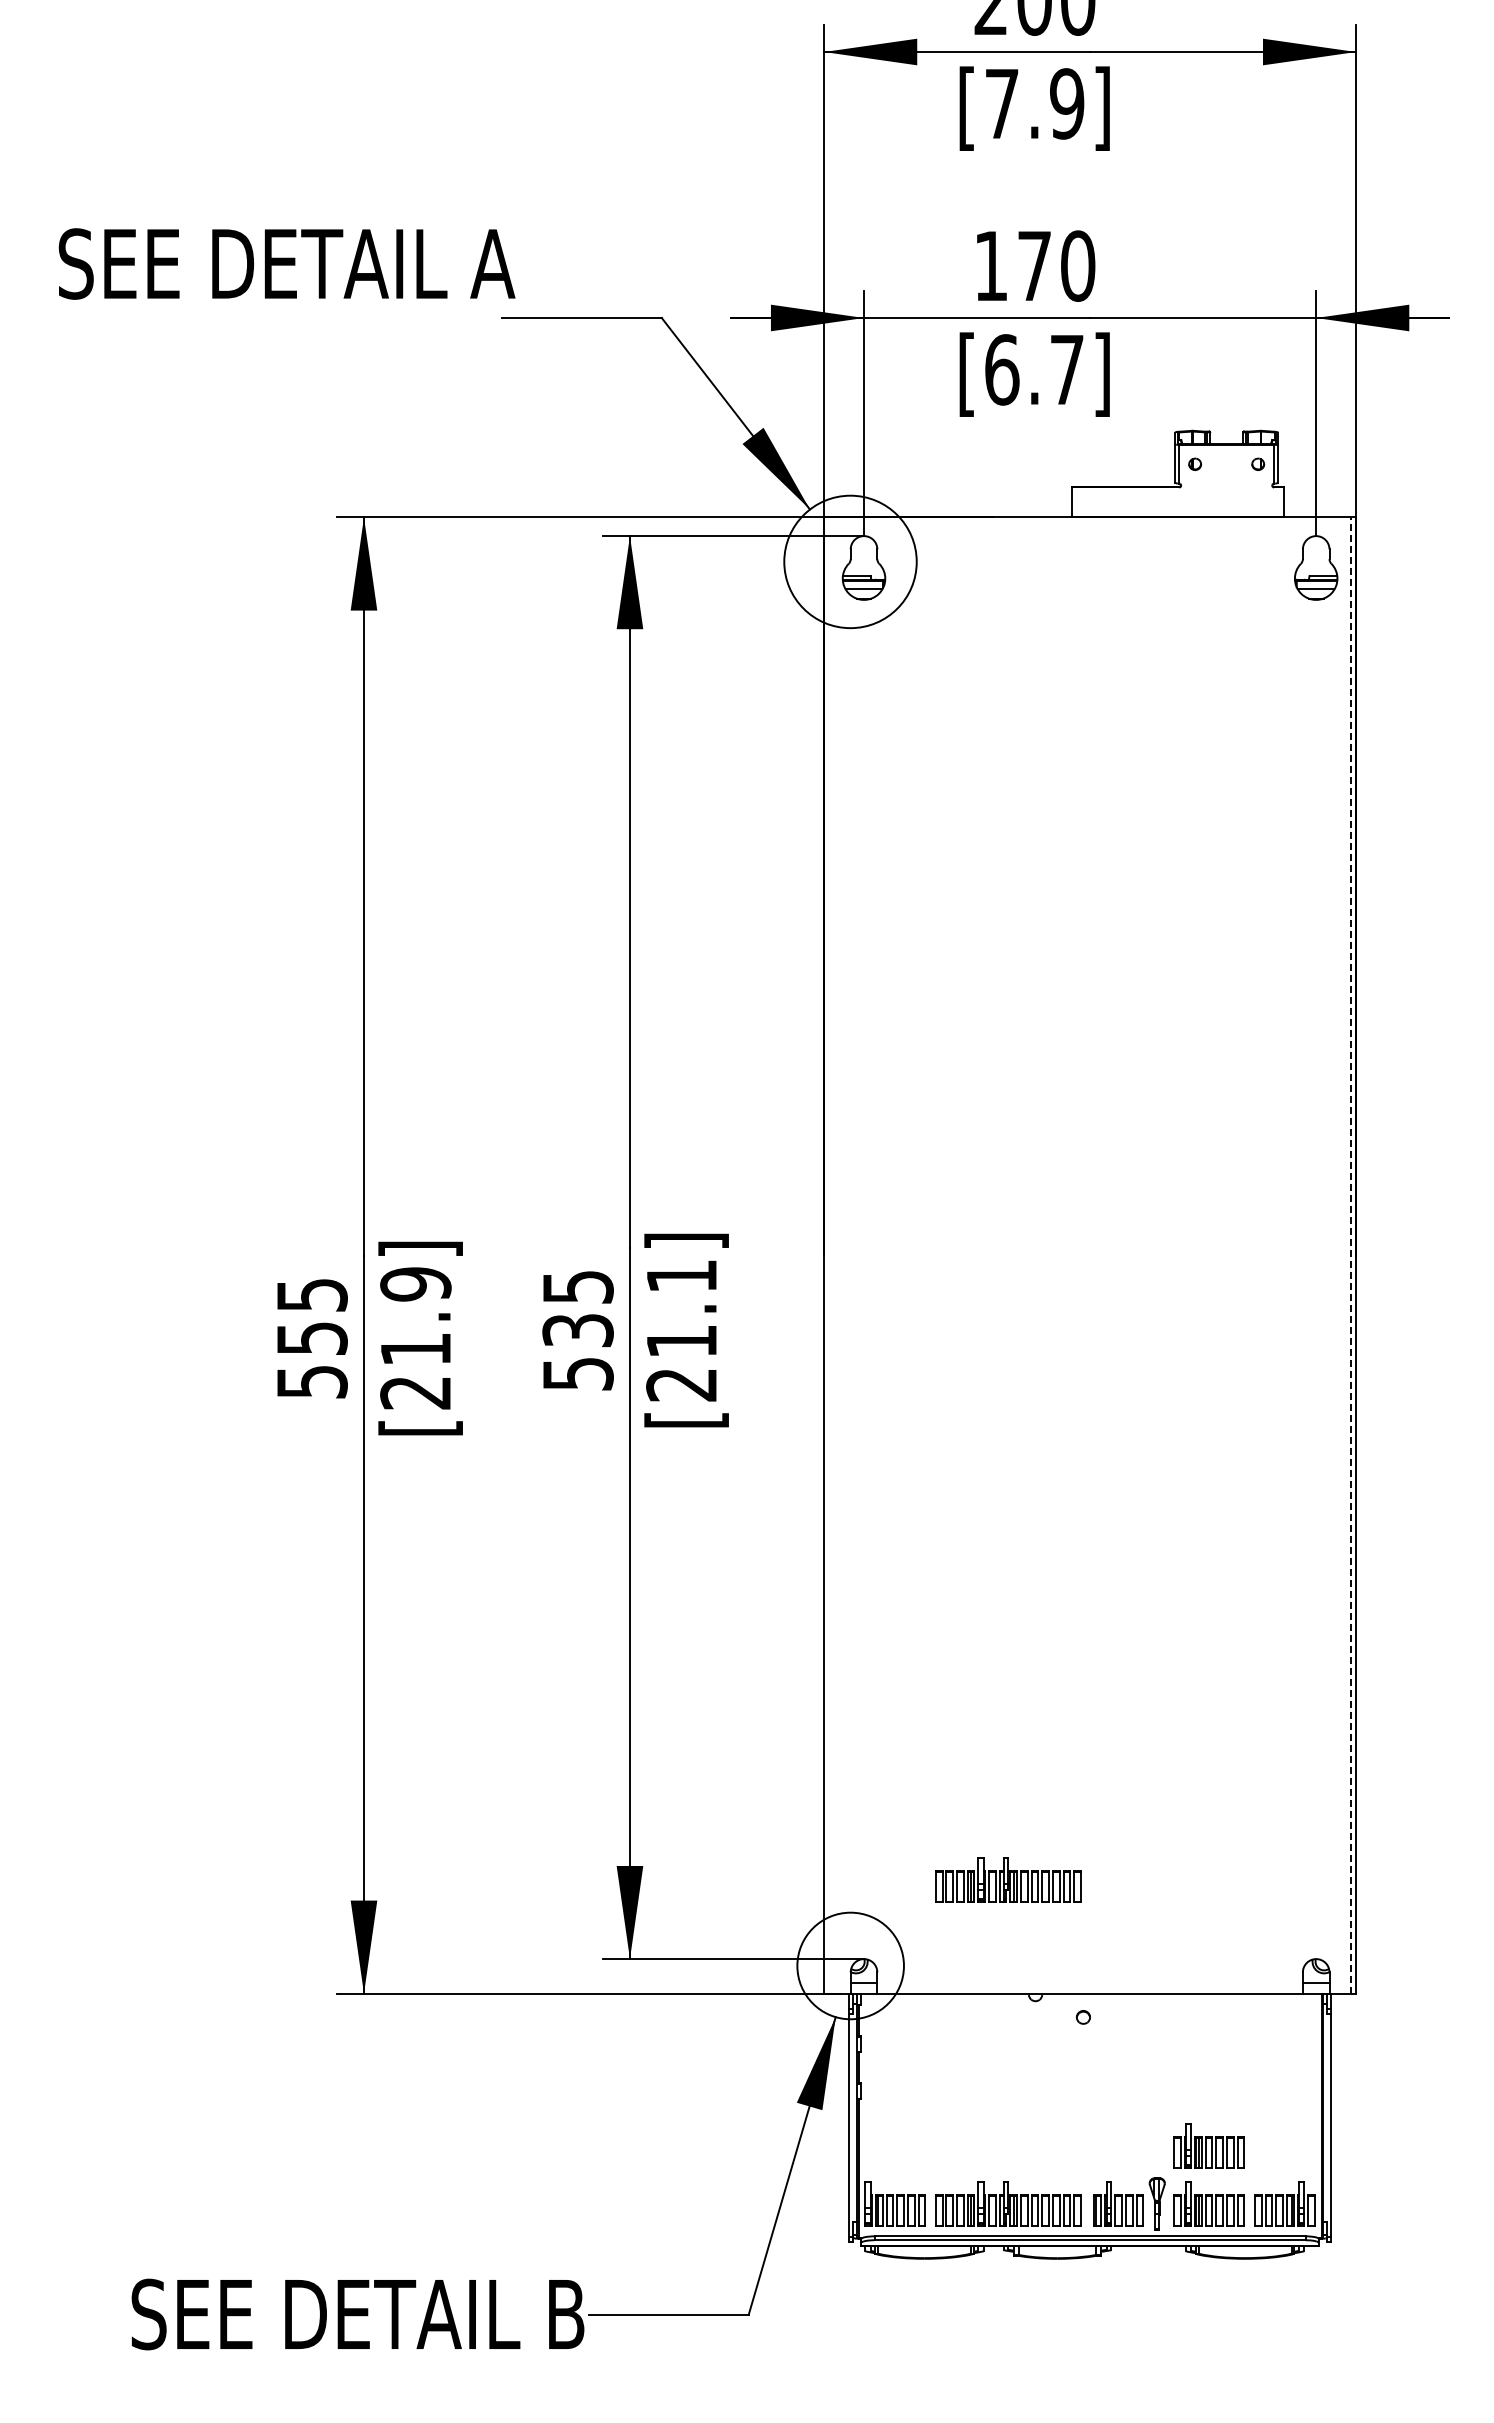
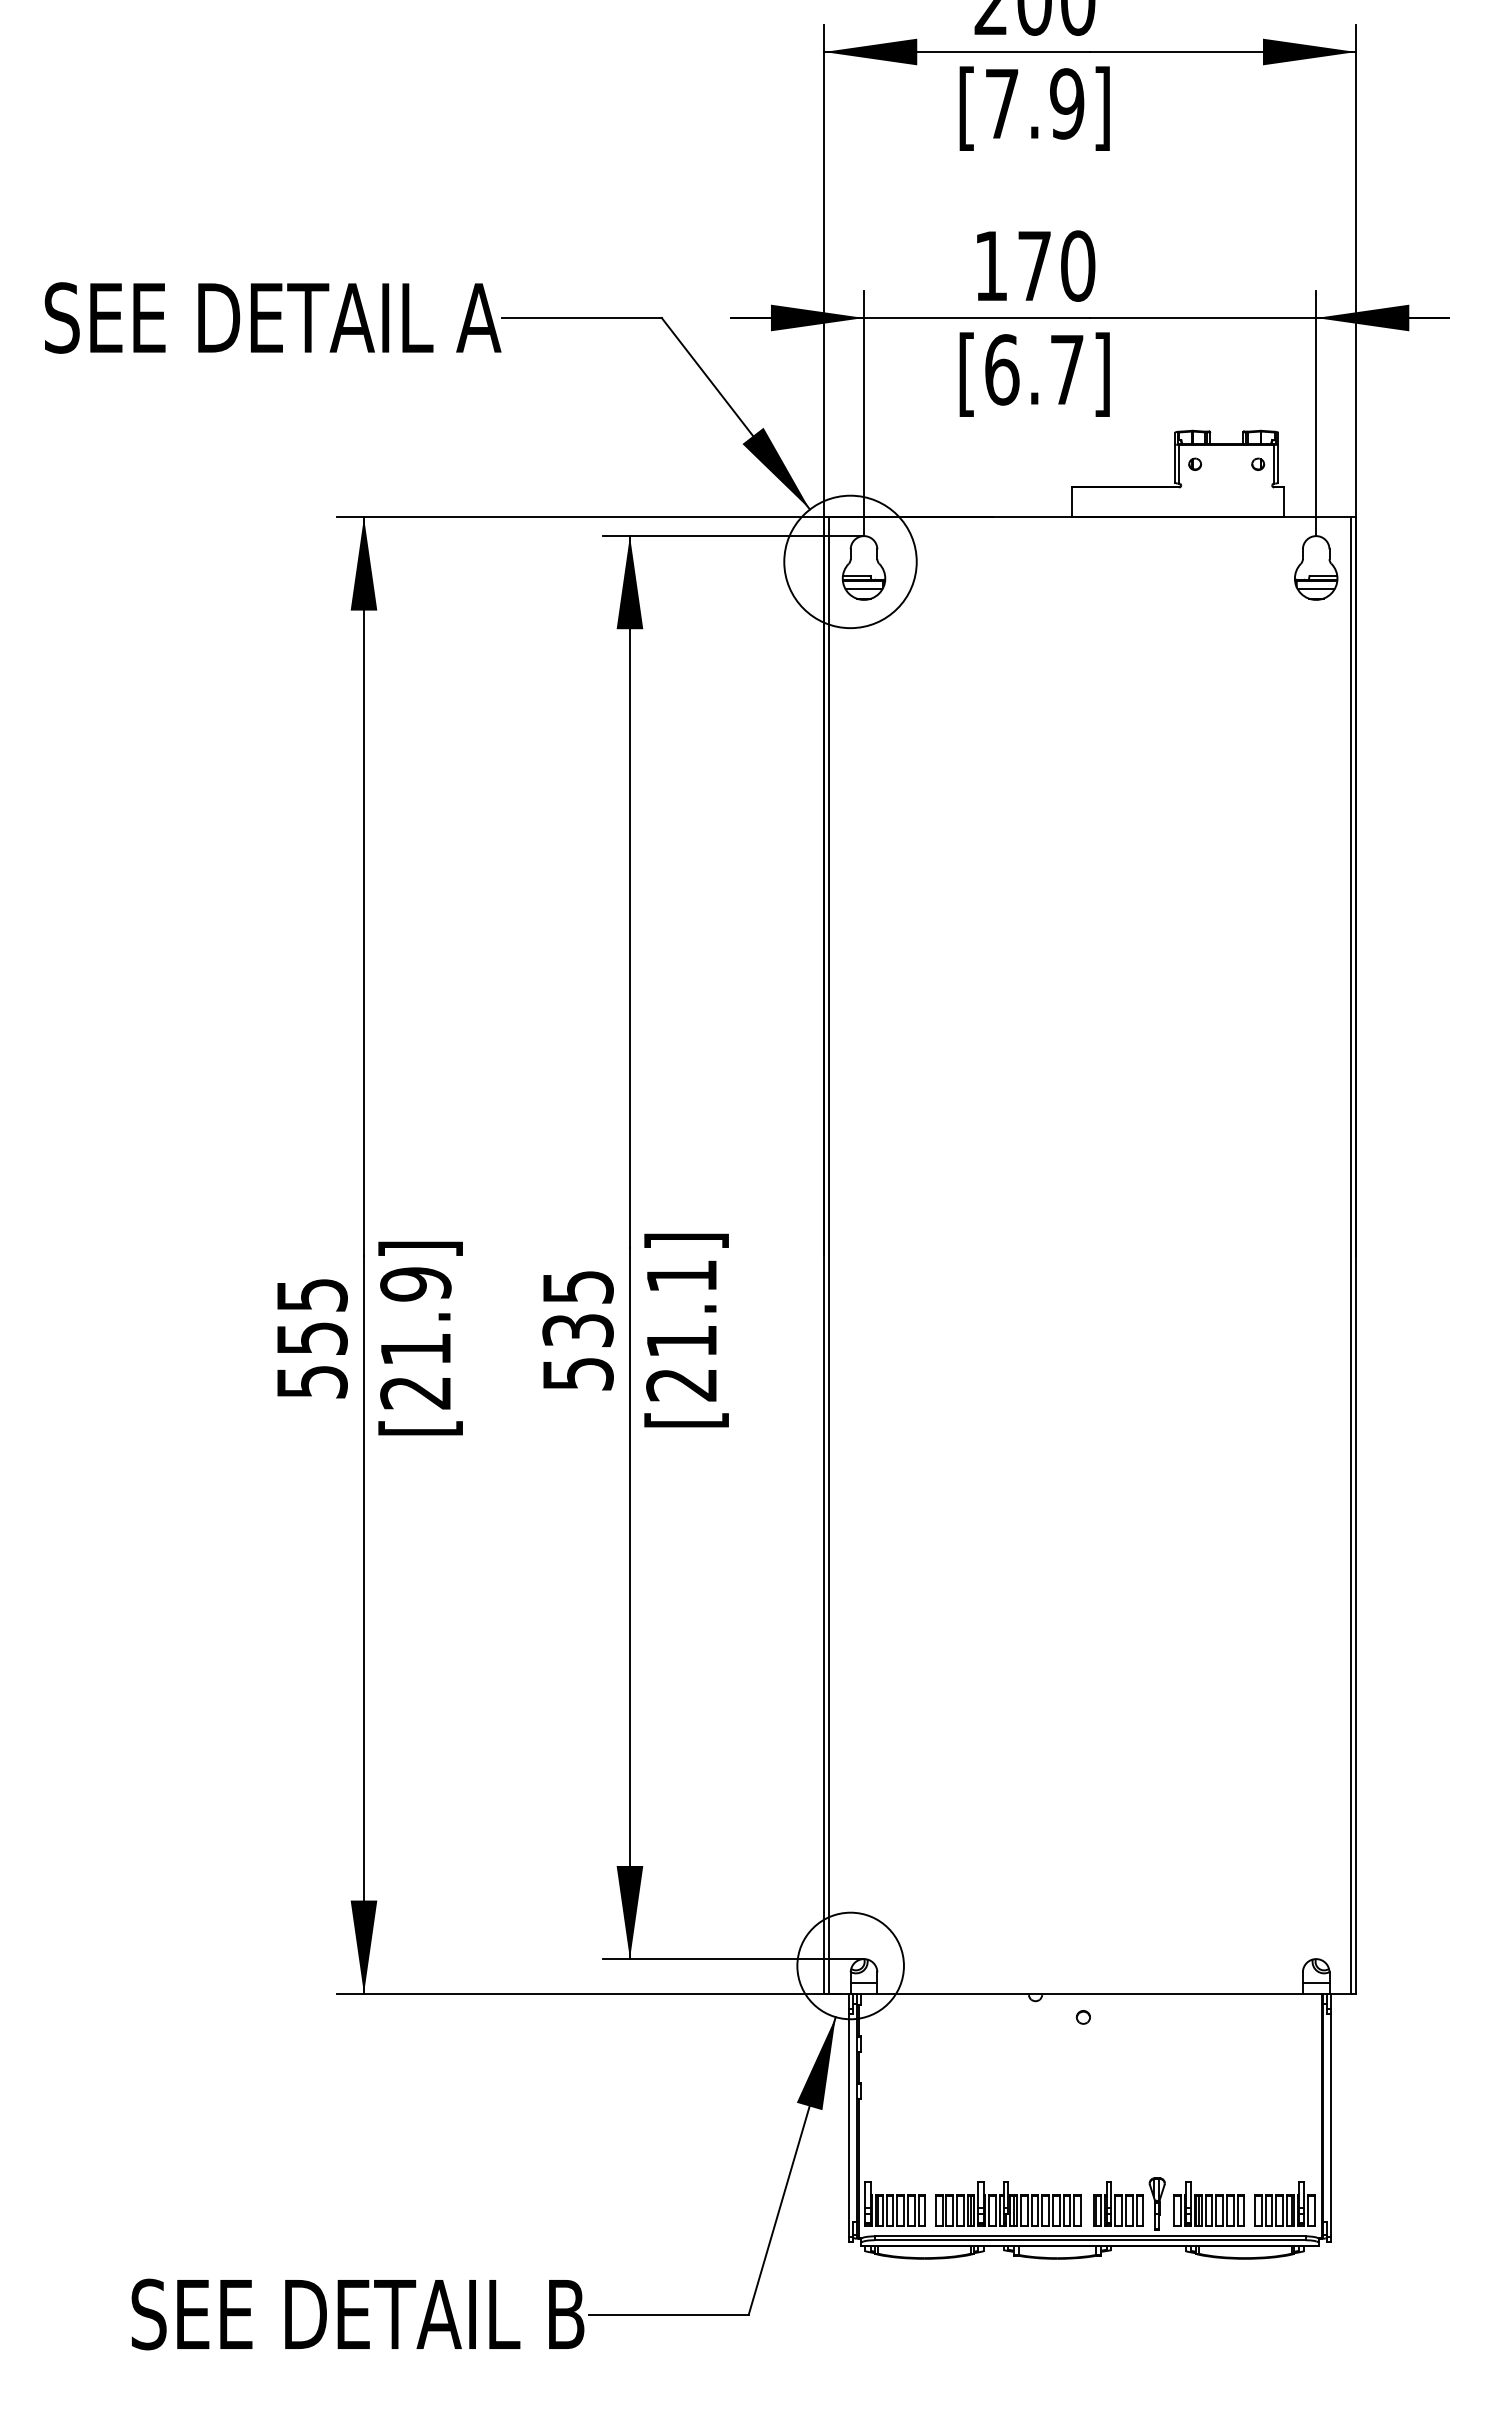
text at (286, 263) position: (286, 263) -> (272, 317)
line at (829, 1255): none -> present
line at (1350, 1255): dashed -> solid
part at (1008, 1879): present -> none
part at (1208, 2145): present -> none
